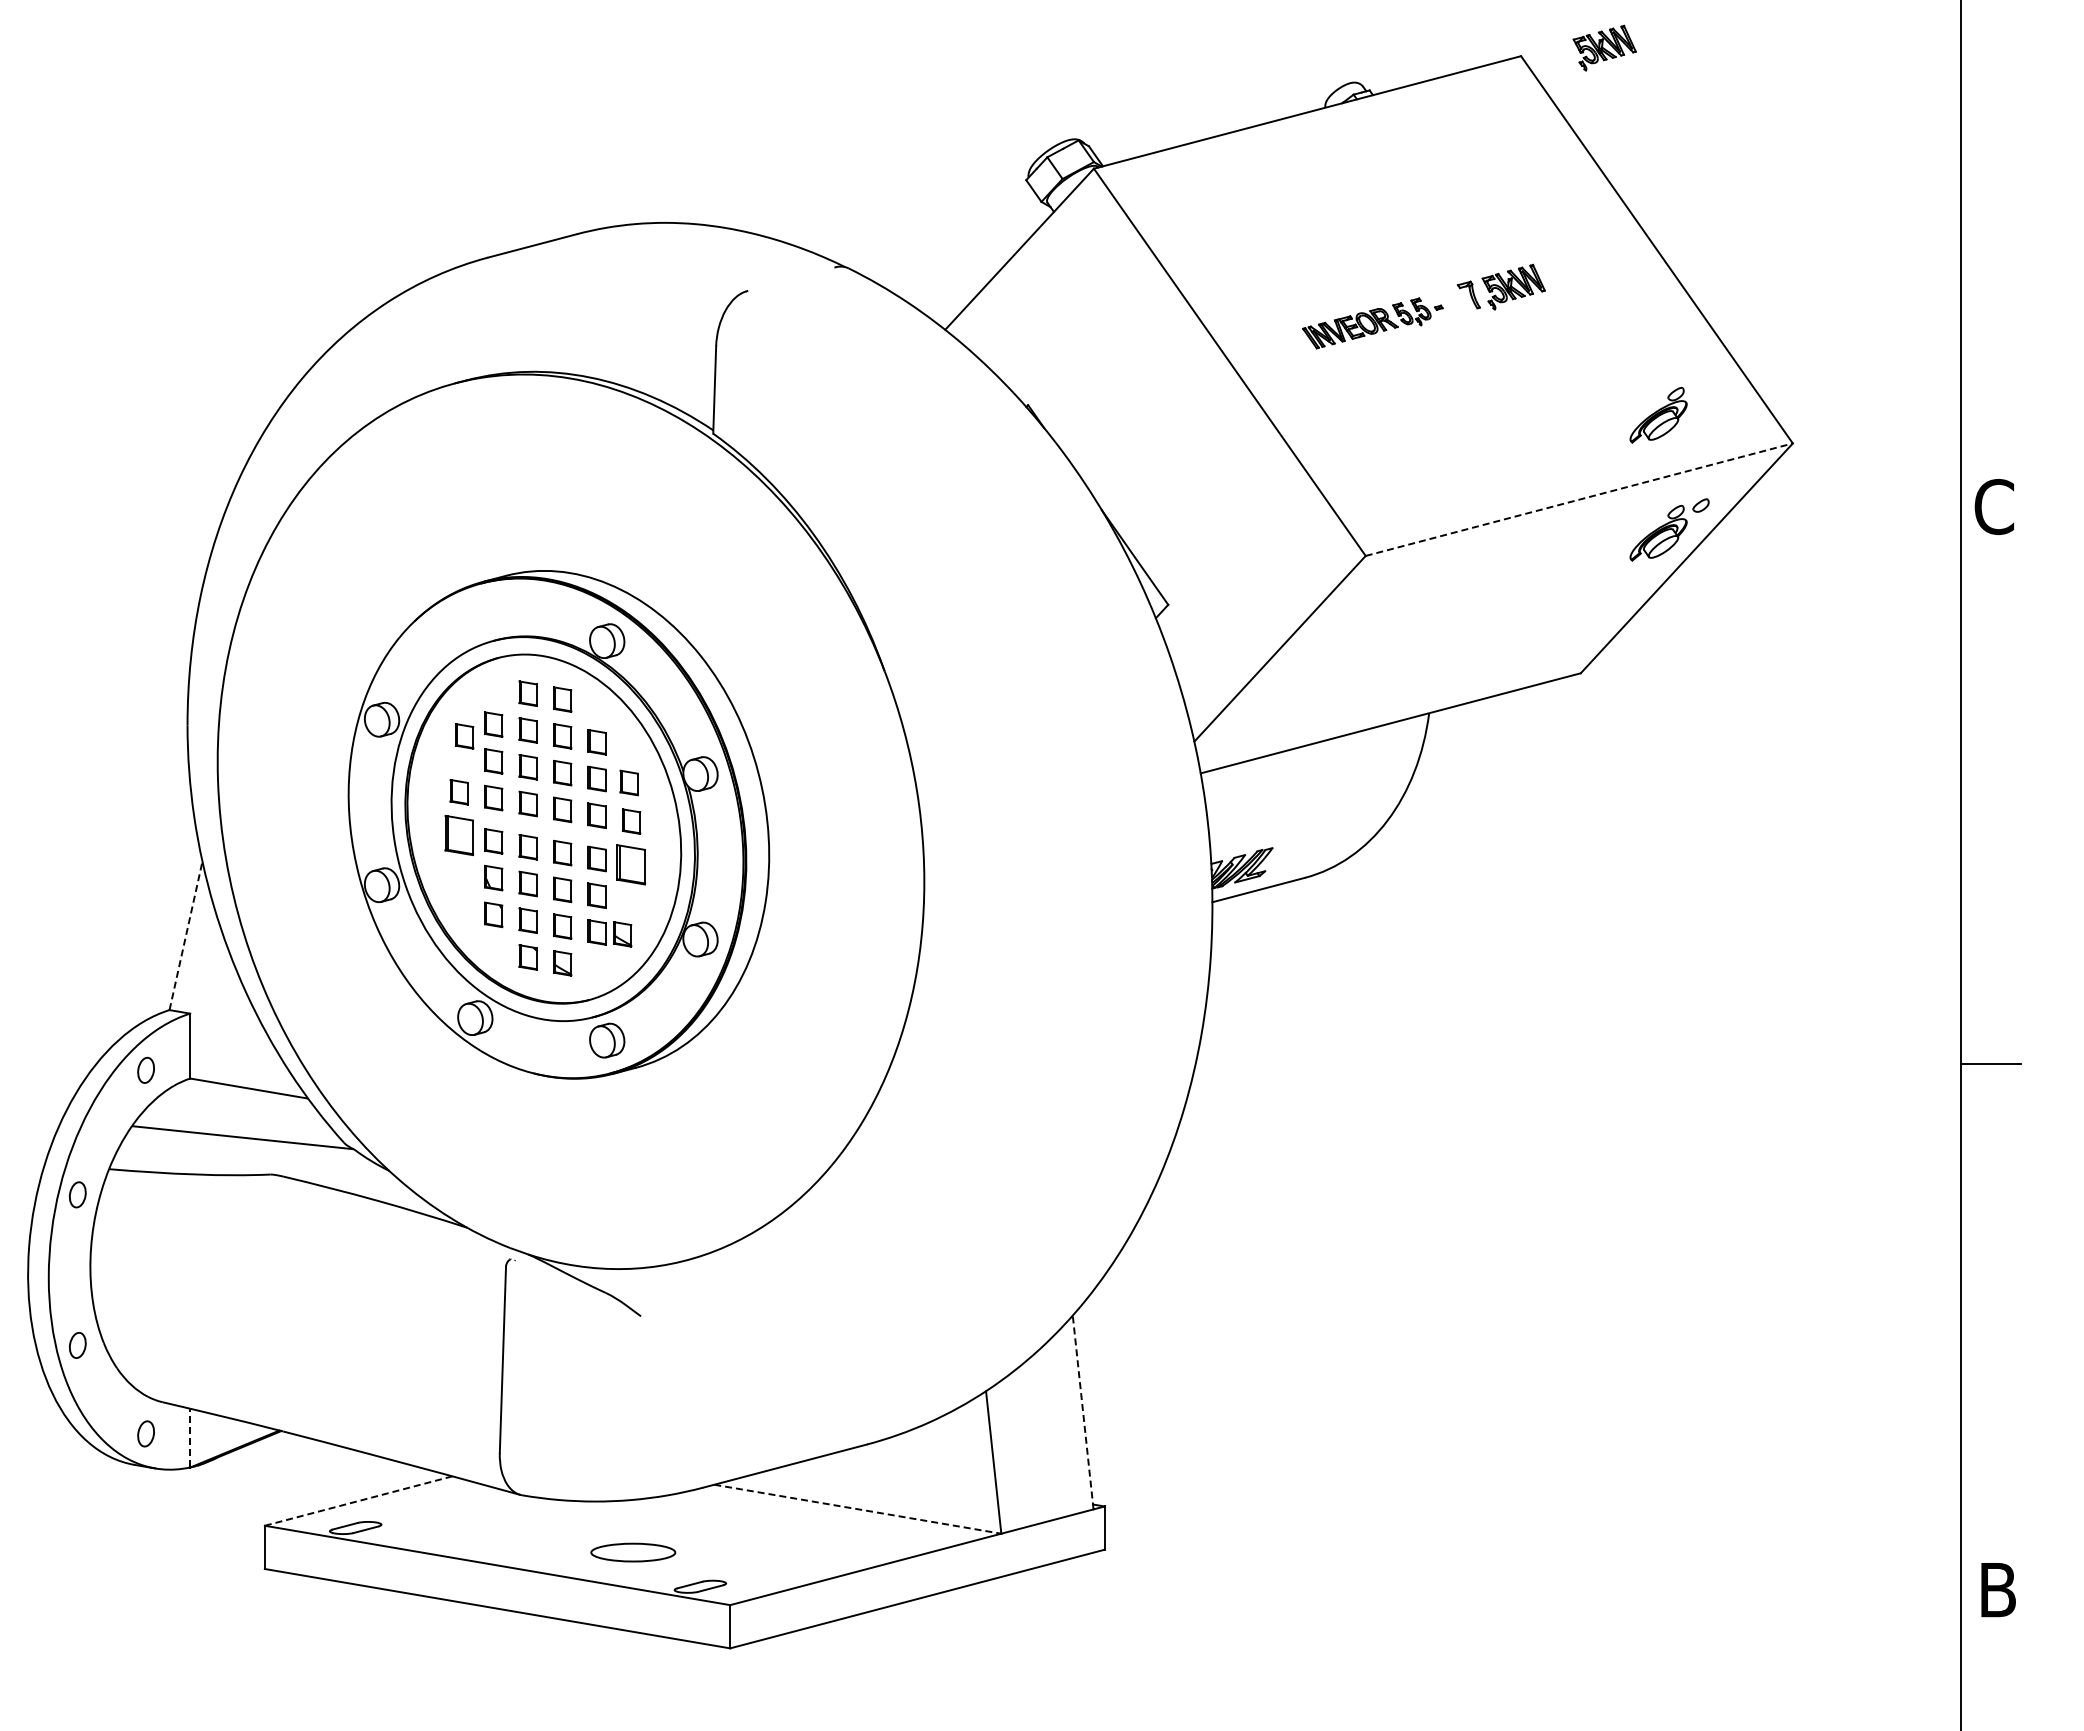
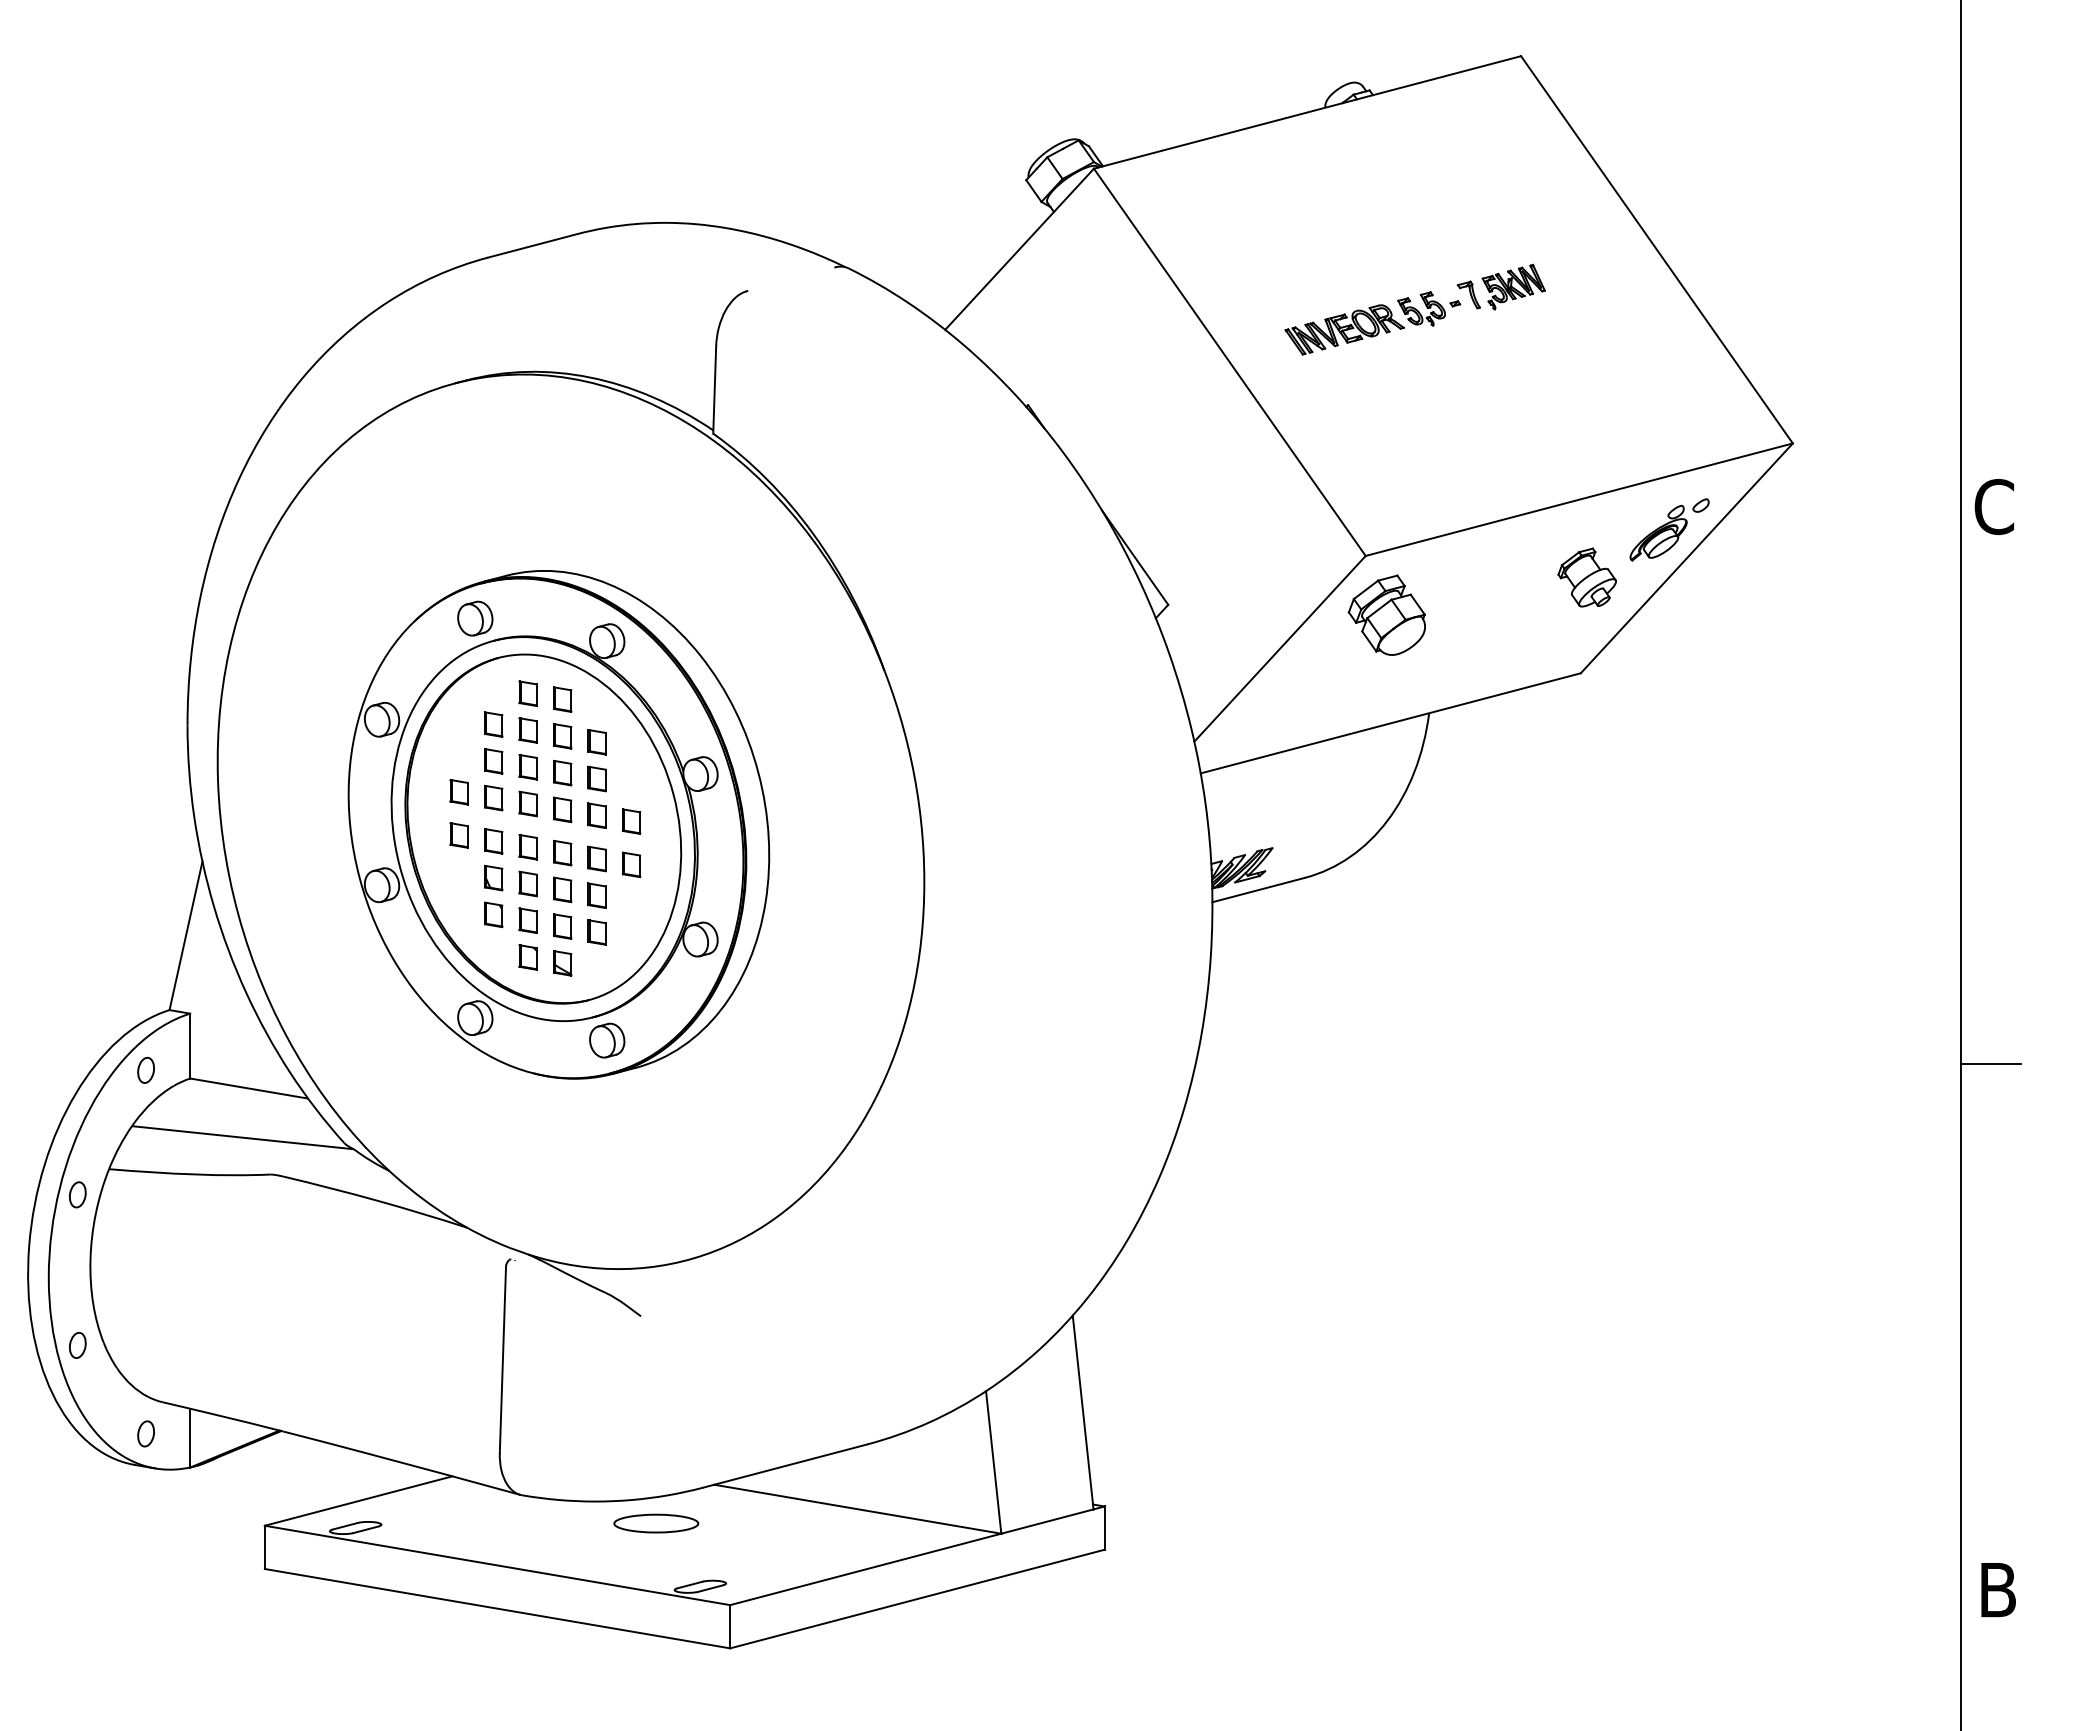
part at (1604, 47): present -> none
part at (1372, 323) size: 142x53 px -> 178x65 px
part at (1658, 415): present -> none
line at (1579, 499): dashed -> solid
part at (1586, 577): none -> present
part at (1386, 614): none -> present
part at (475, 618): none -> present
part at (464, 736): present -> none
part at (628, 782): present -> none
part at (459, 835) size: 31x42 px -> 20x27 px
part at (630, 864) size: 30x42 px -> 20x28 px
part at (622, 934): present -> none
line at (186, 935): dashed -> solid
line at (1083, 1412): dashed -> solid
line at (190, 1437): dashed -> solid
line at (358, 1501): dashed -> solid
line at (857, 1509): dashed -> solid
part at (633, 1552) position: (633, 1552) -> (656, 1523)
